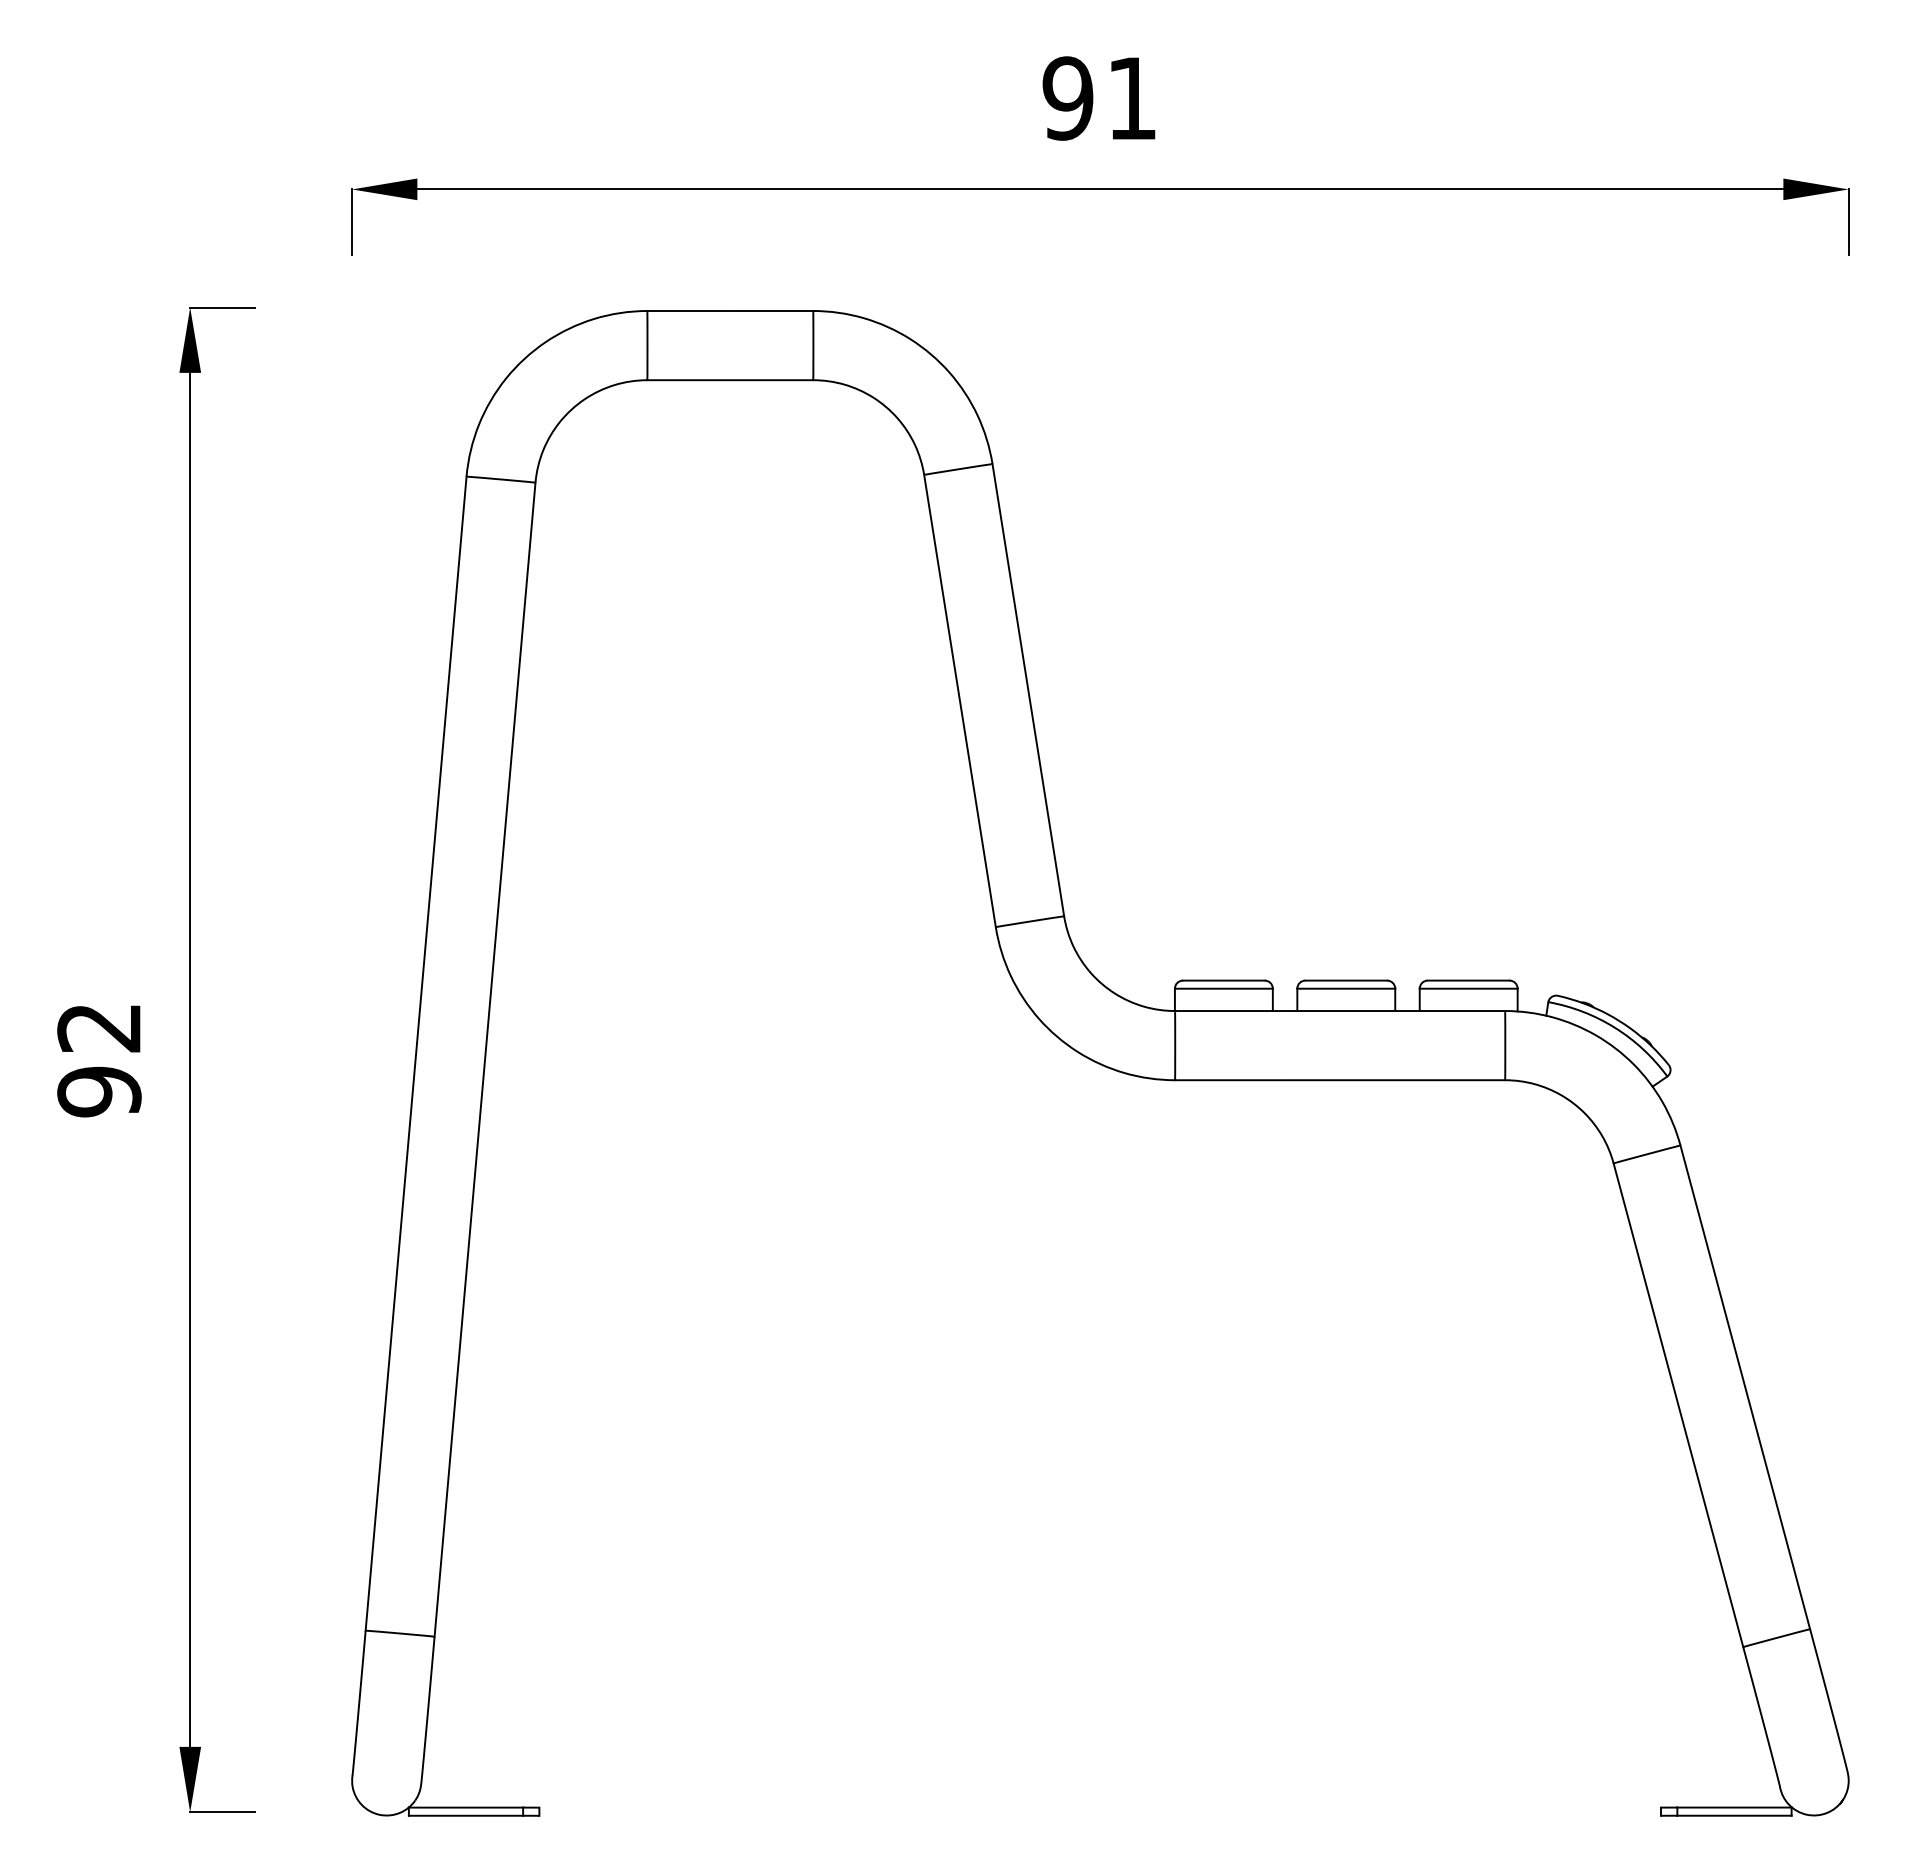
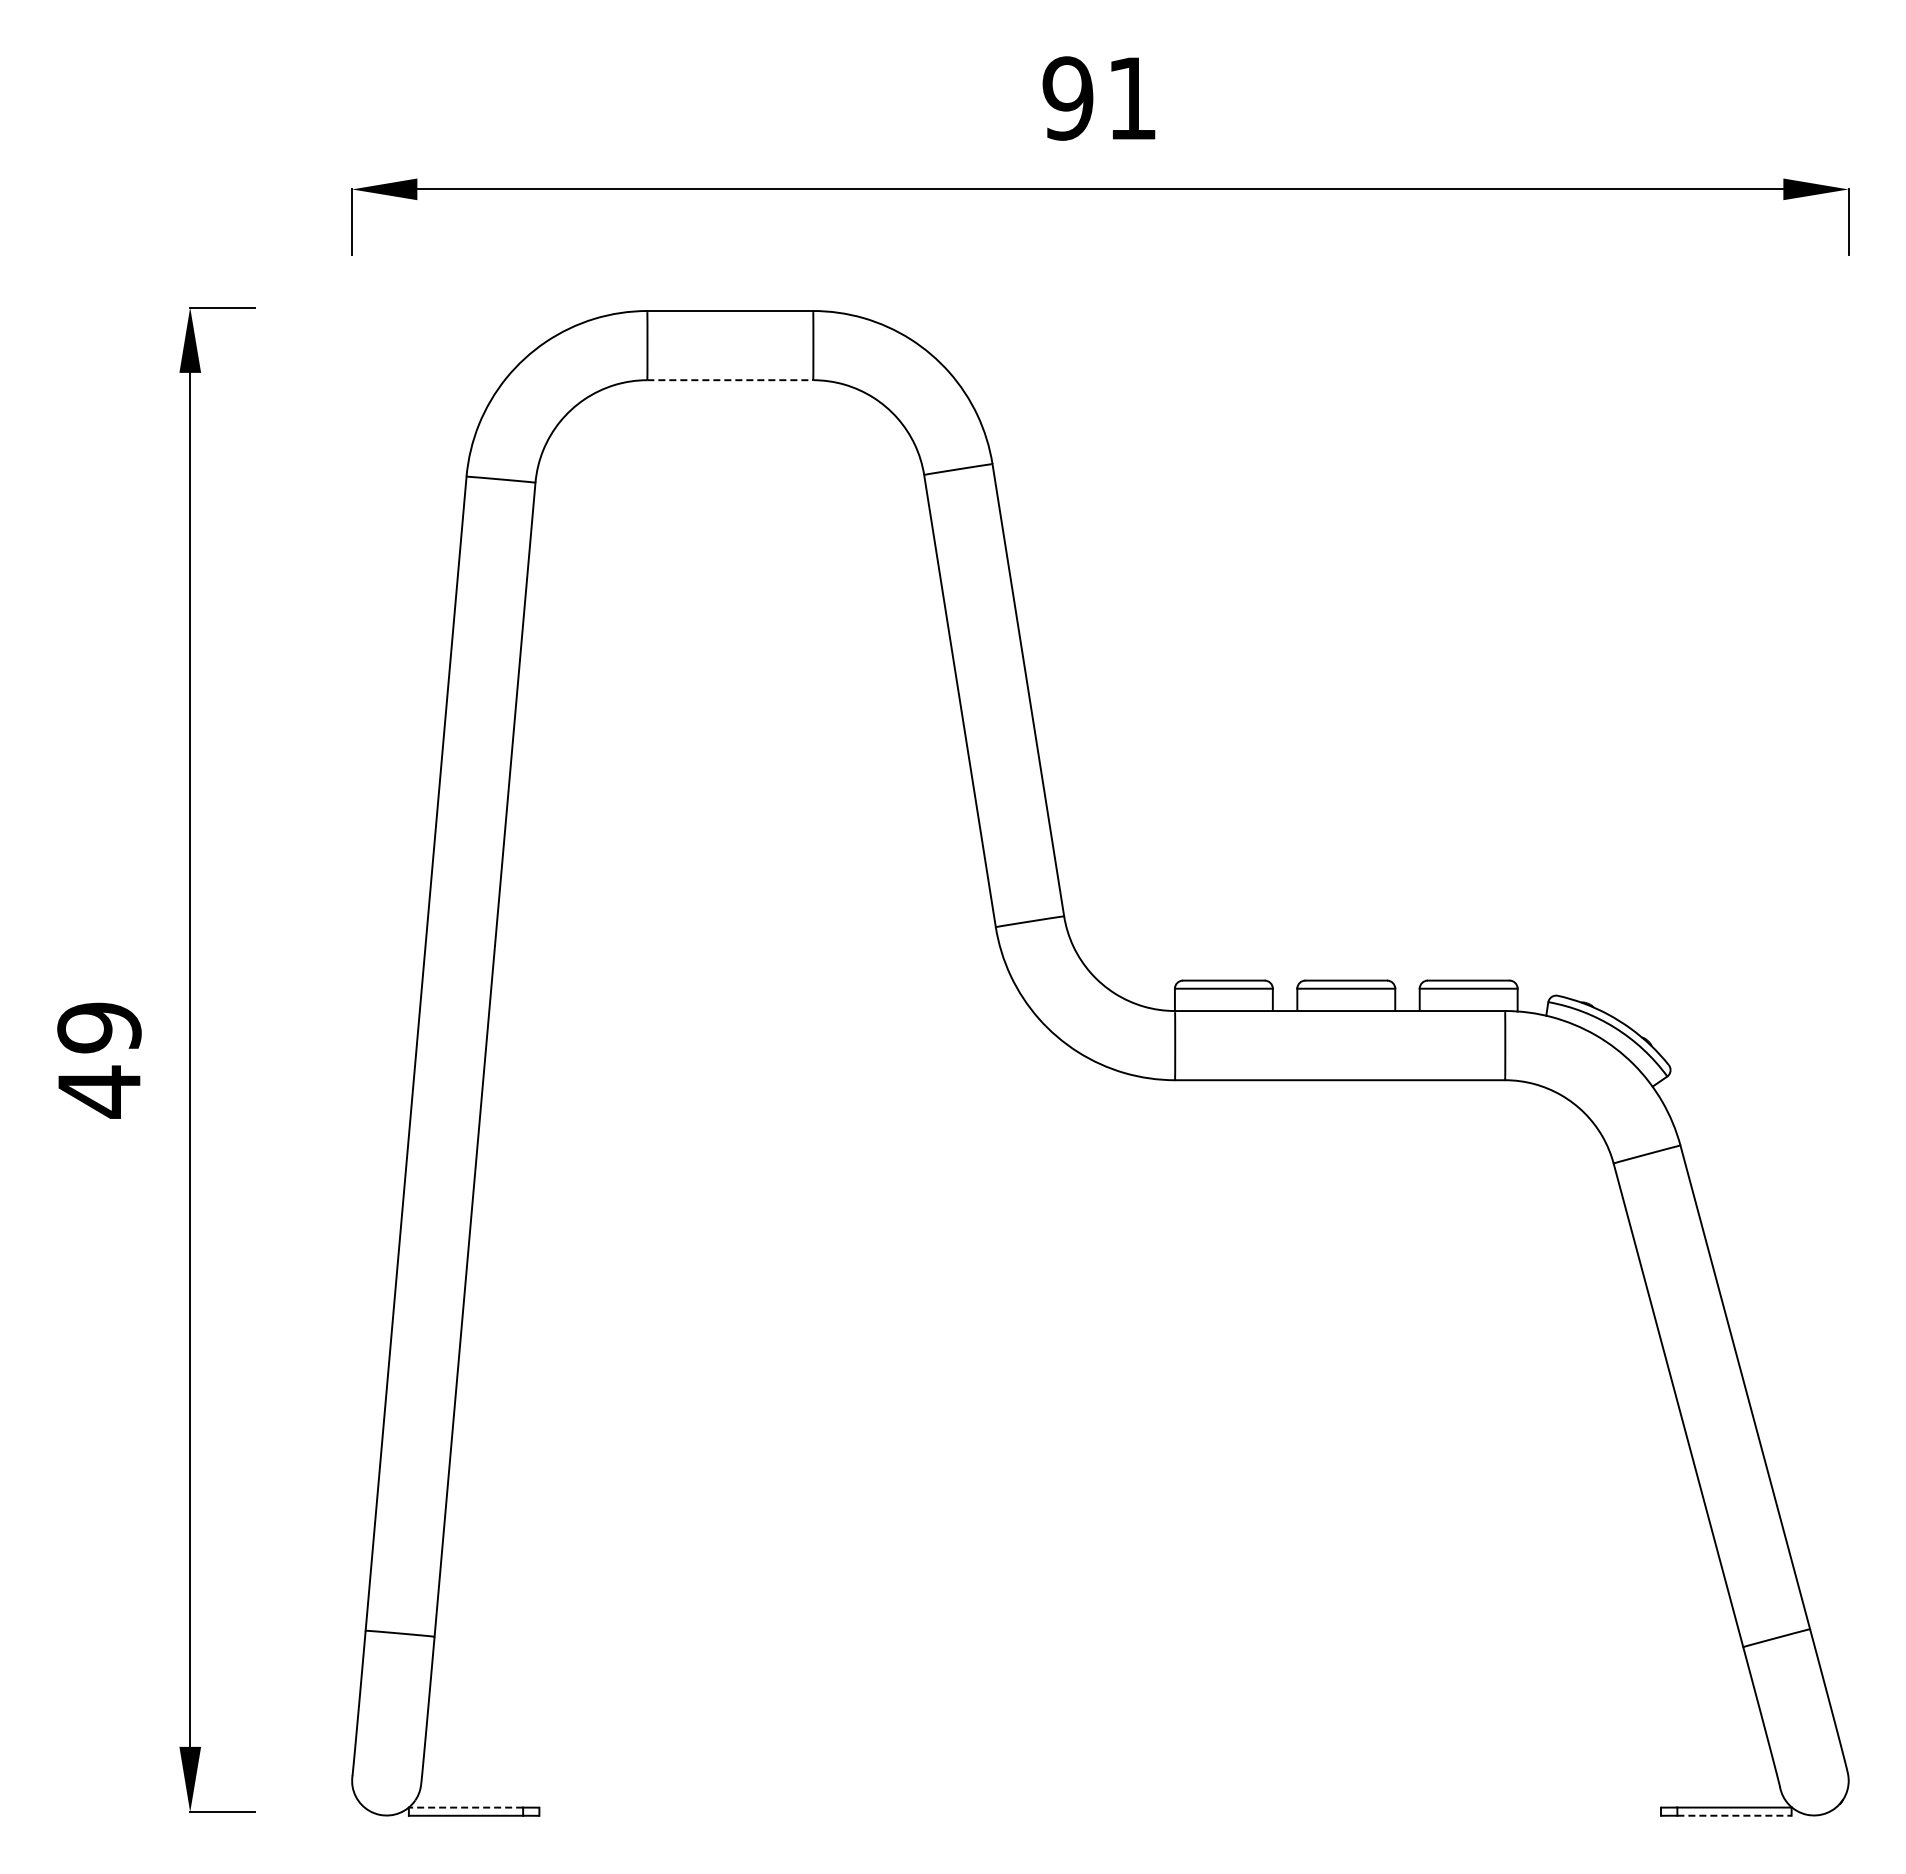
line at (730, 380): solid -> dashed
text at (99, 1060): 92 -> 49
line at (465, 1807): solid -> dashed
line at (1734, 1815): solid -> dashed
